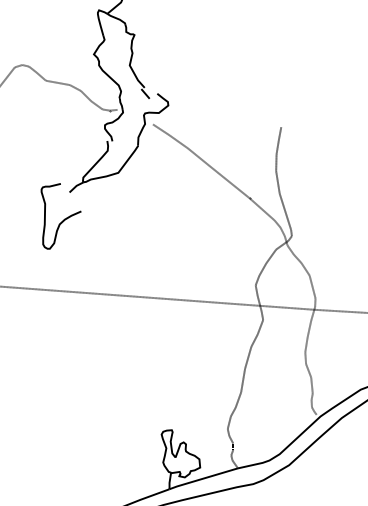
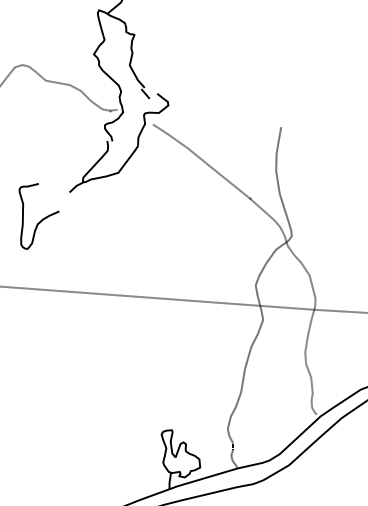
curve at (63, 219) position: (63, 219) -> (41, 219)
